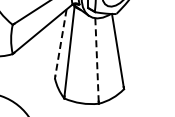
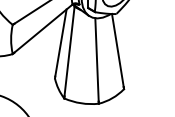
line at (60, 43): dashed -> solid
line at (97, 59): dashed -> solid
